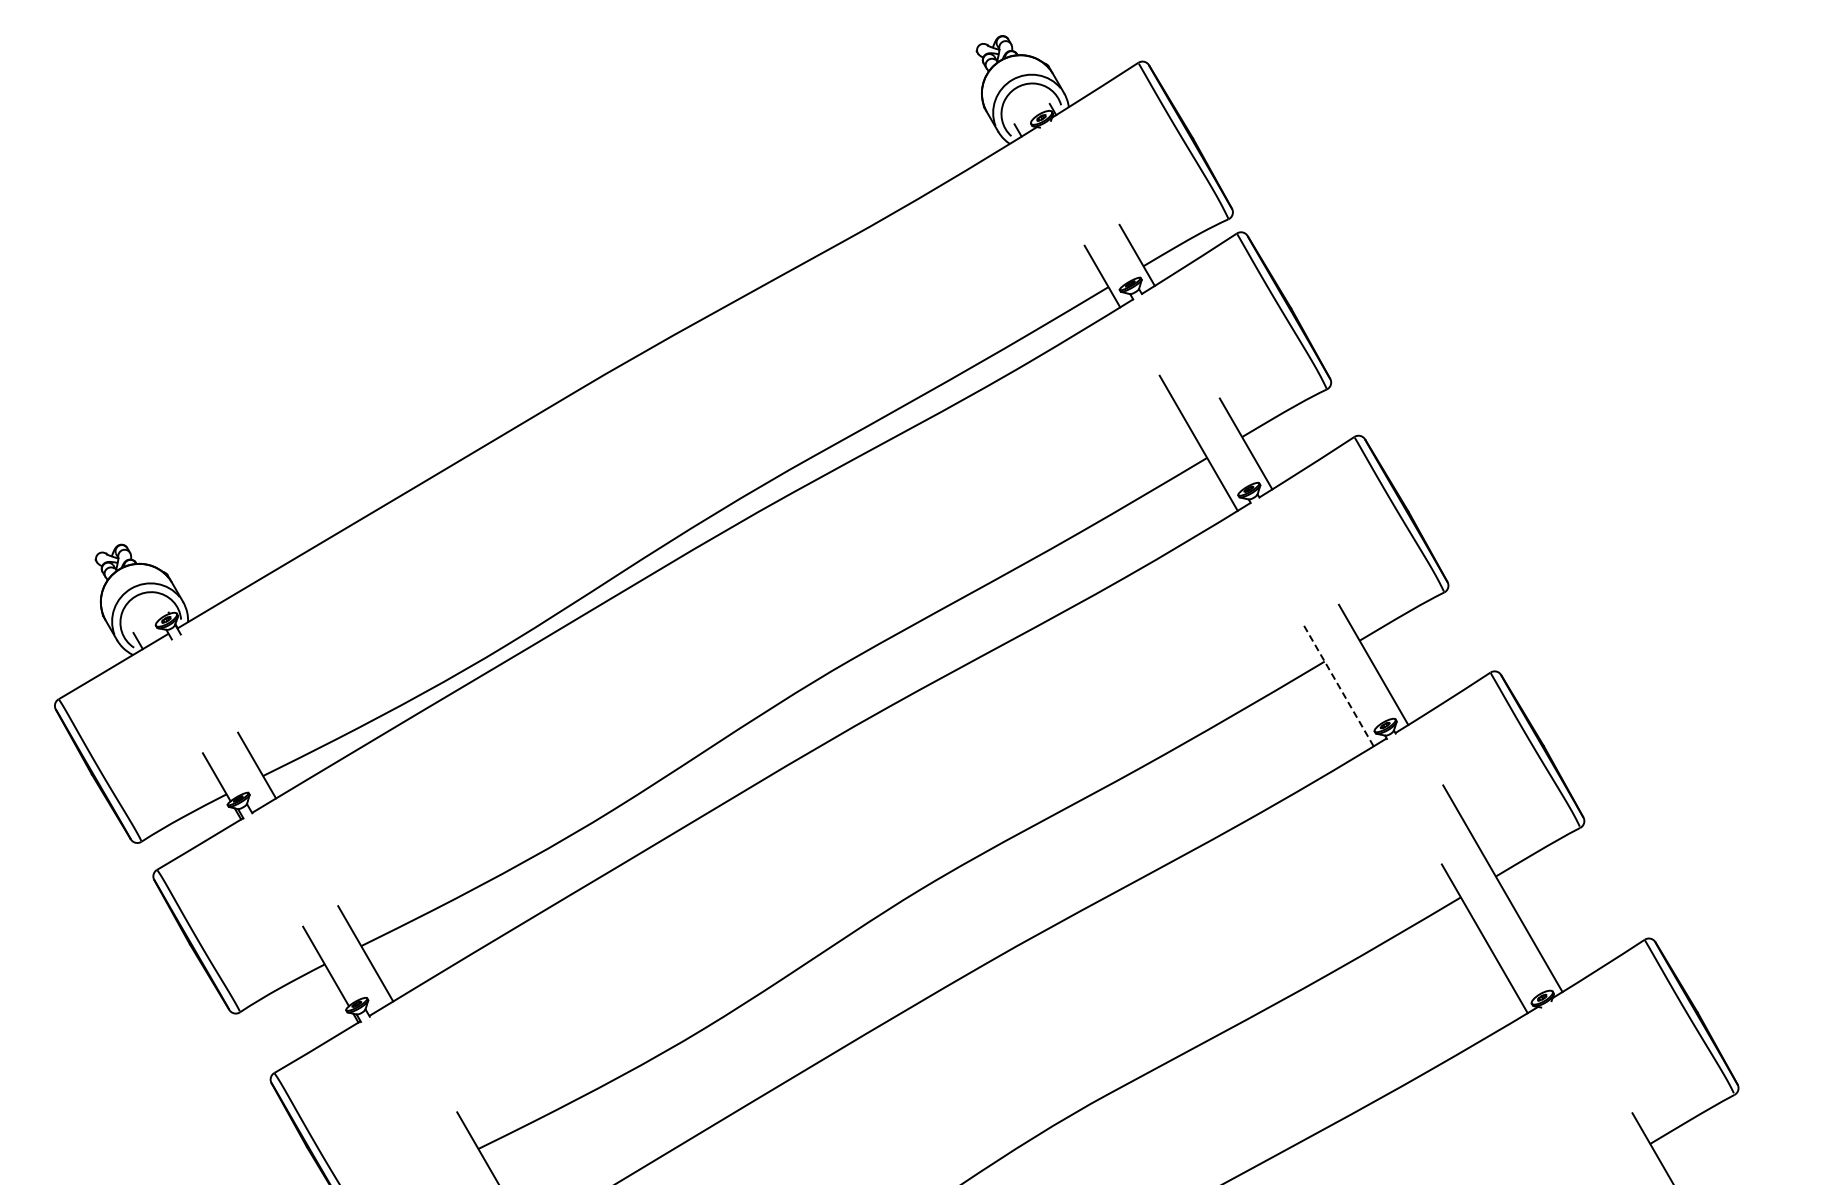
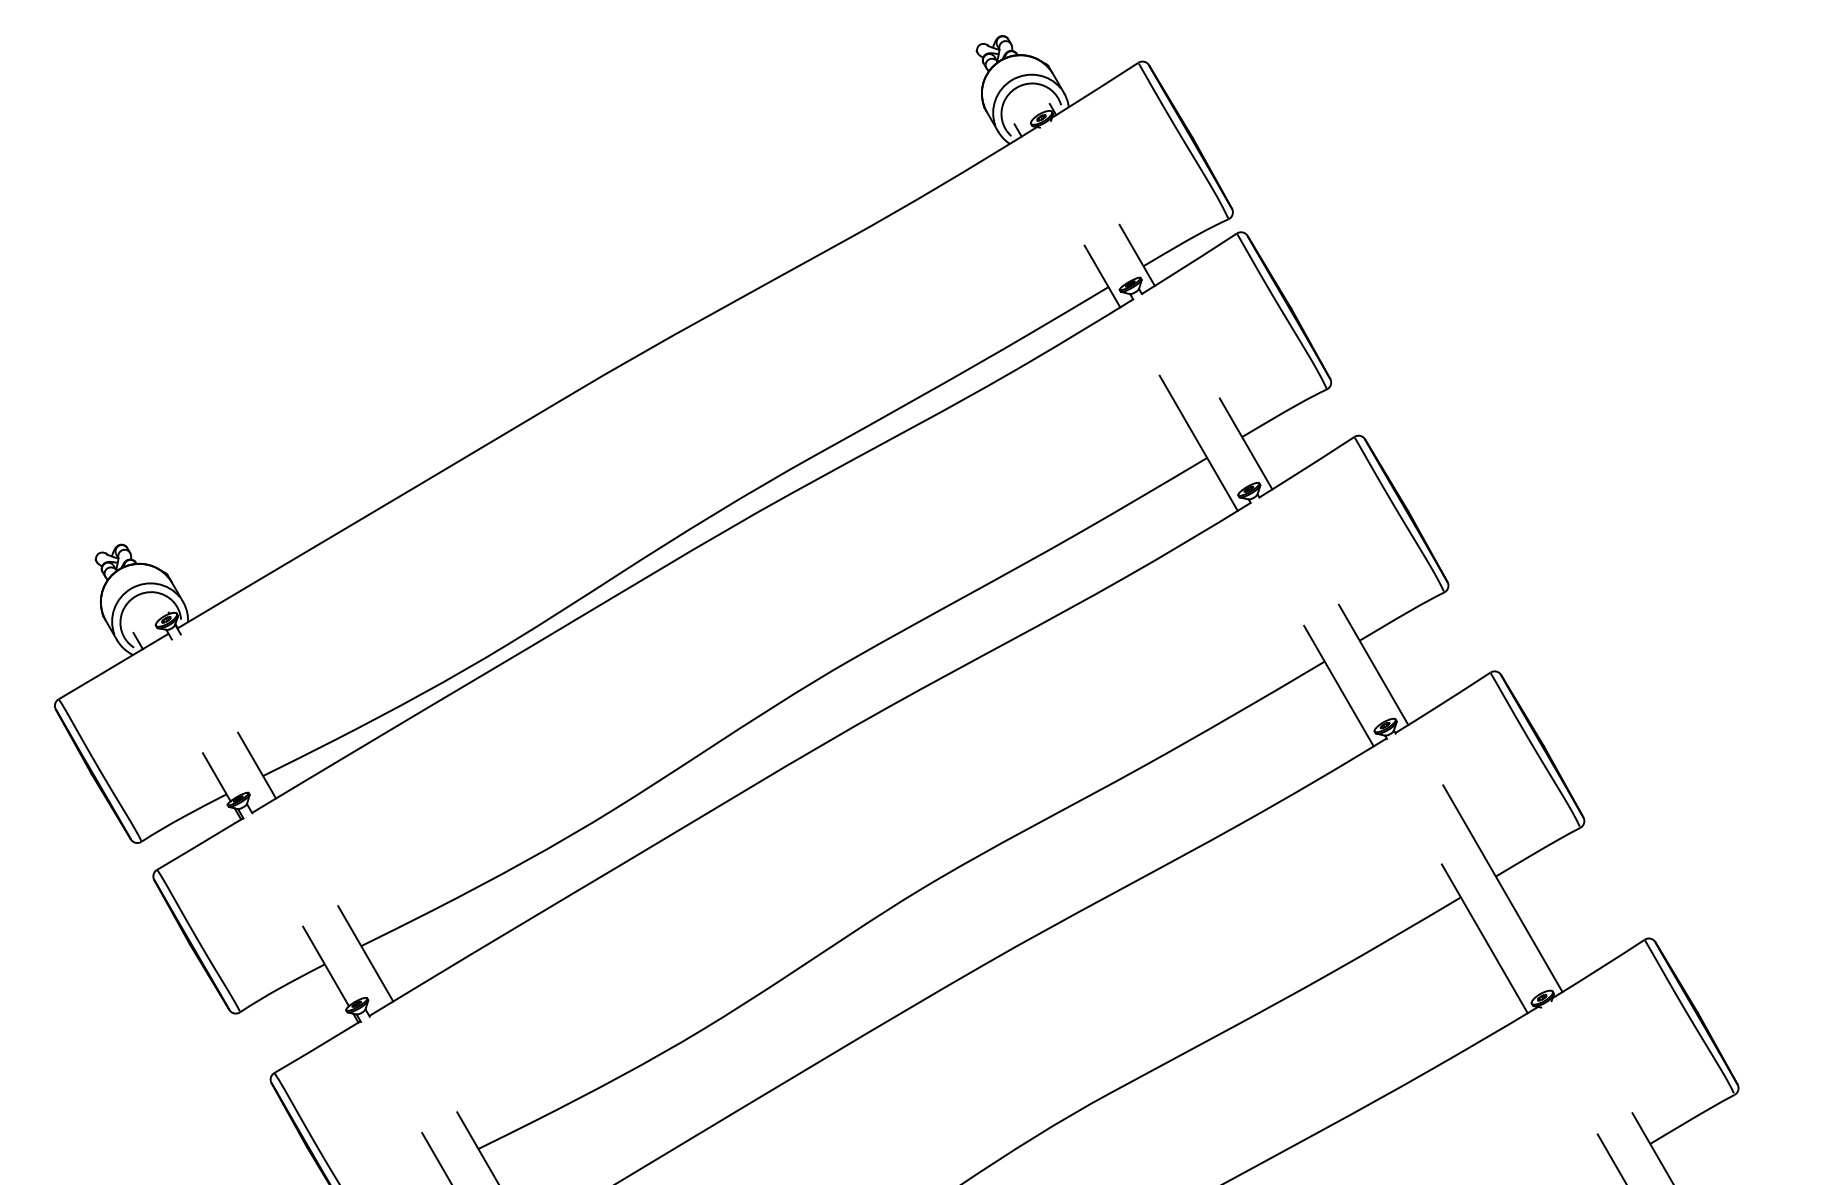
line at (1338, 686): dashed -> solid
line at (436, 1156): none -> present
line at (1610, 1157): none -> present
